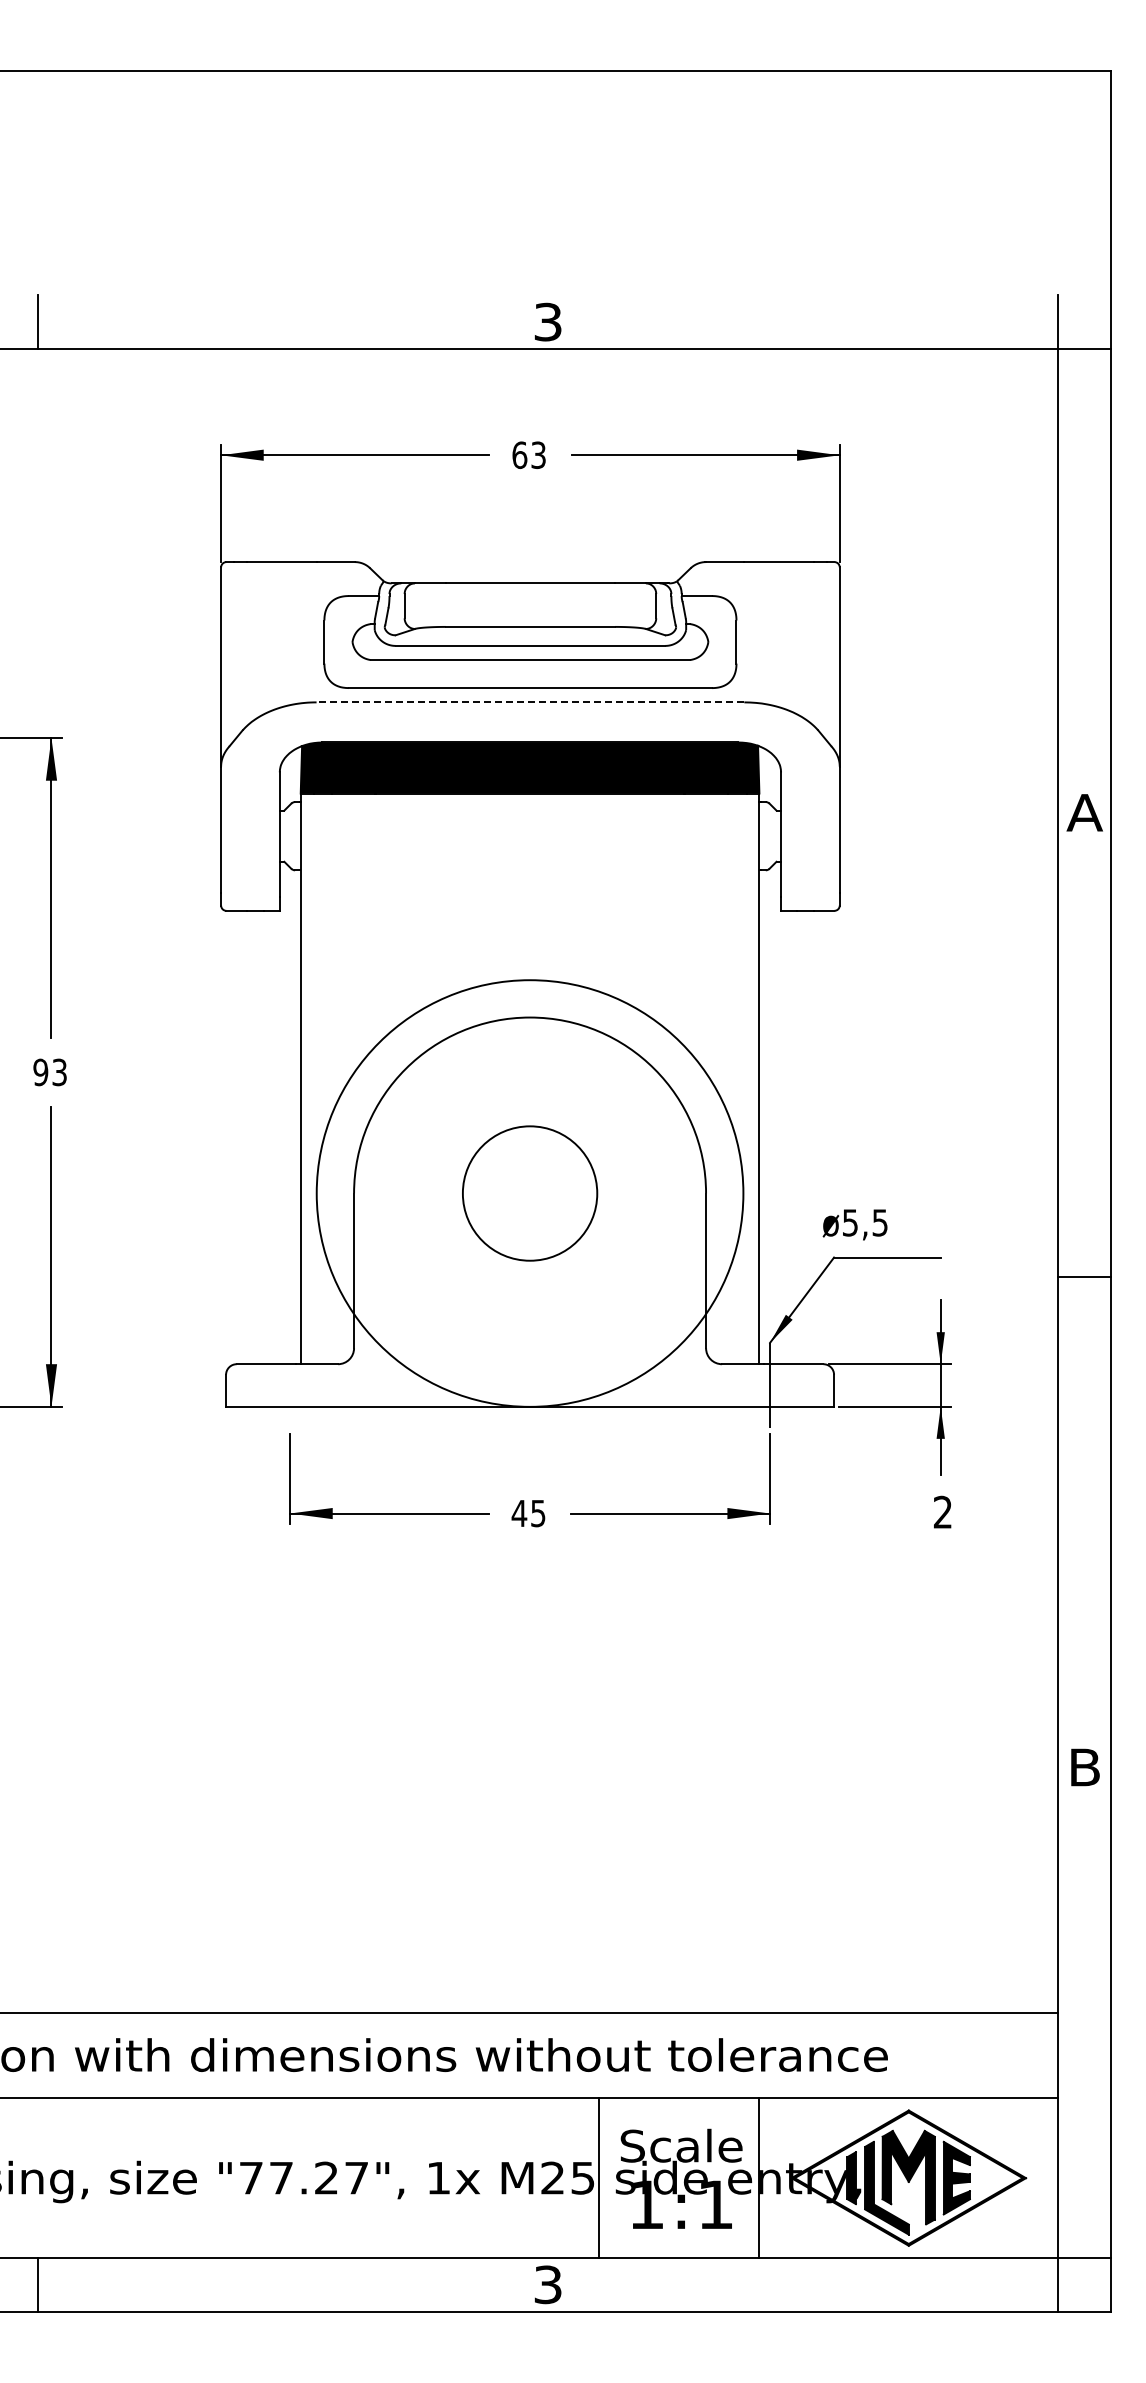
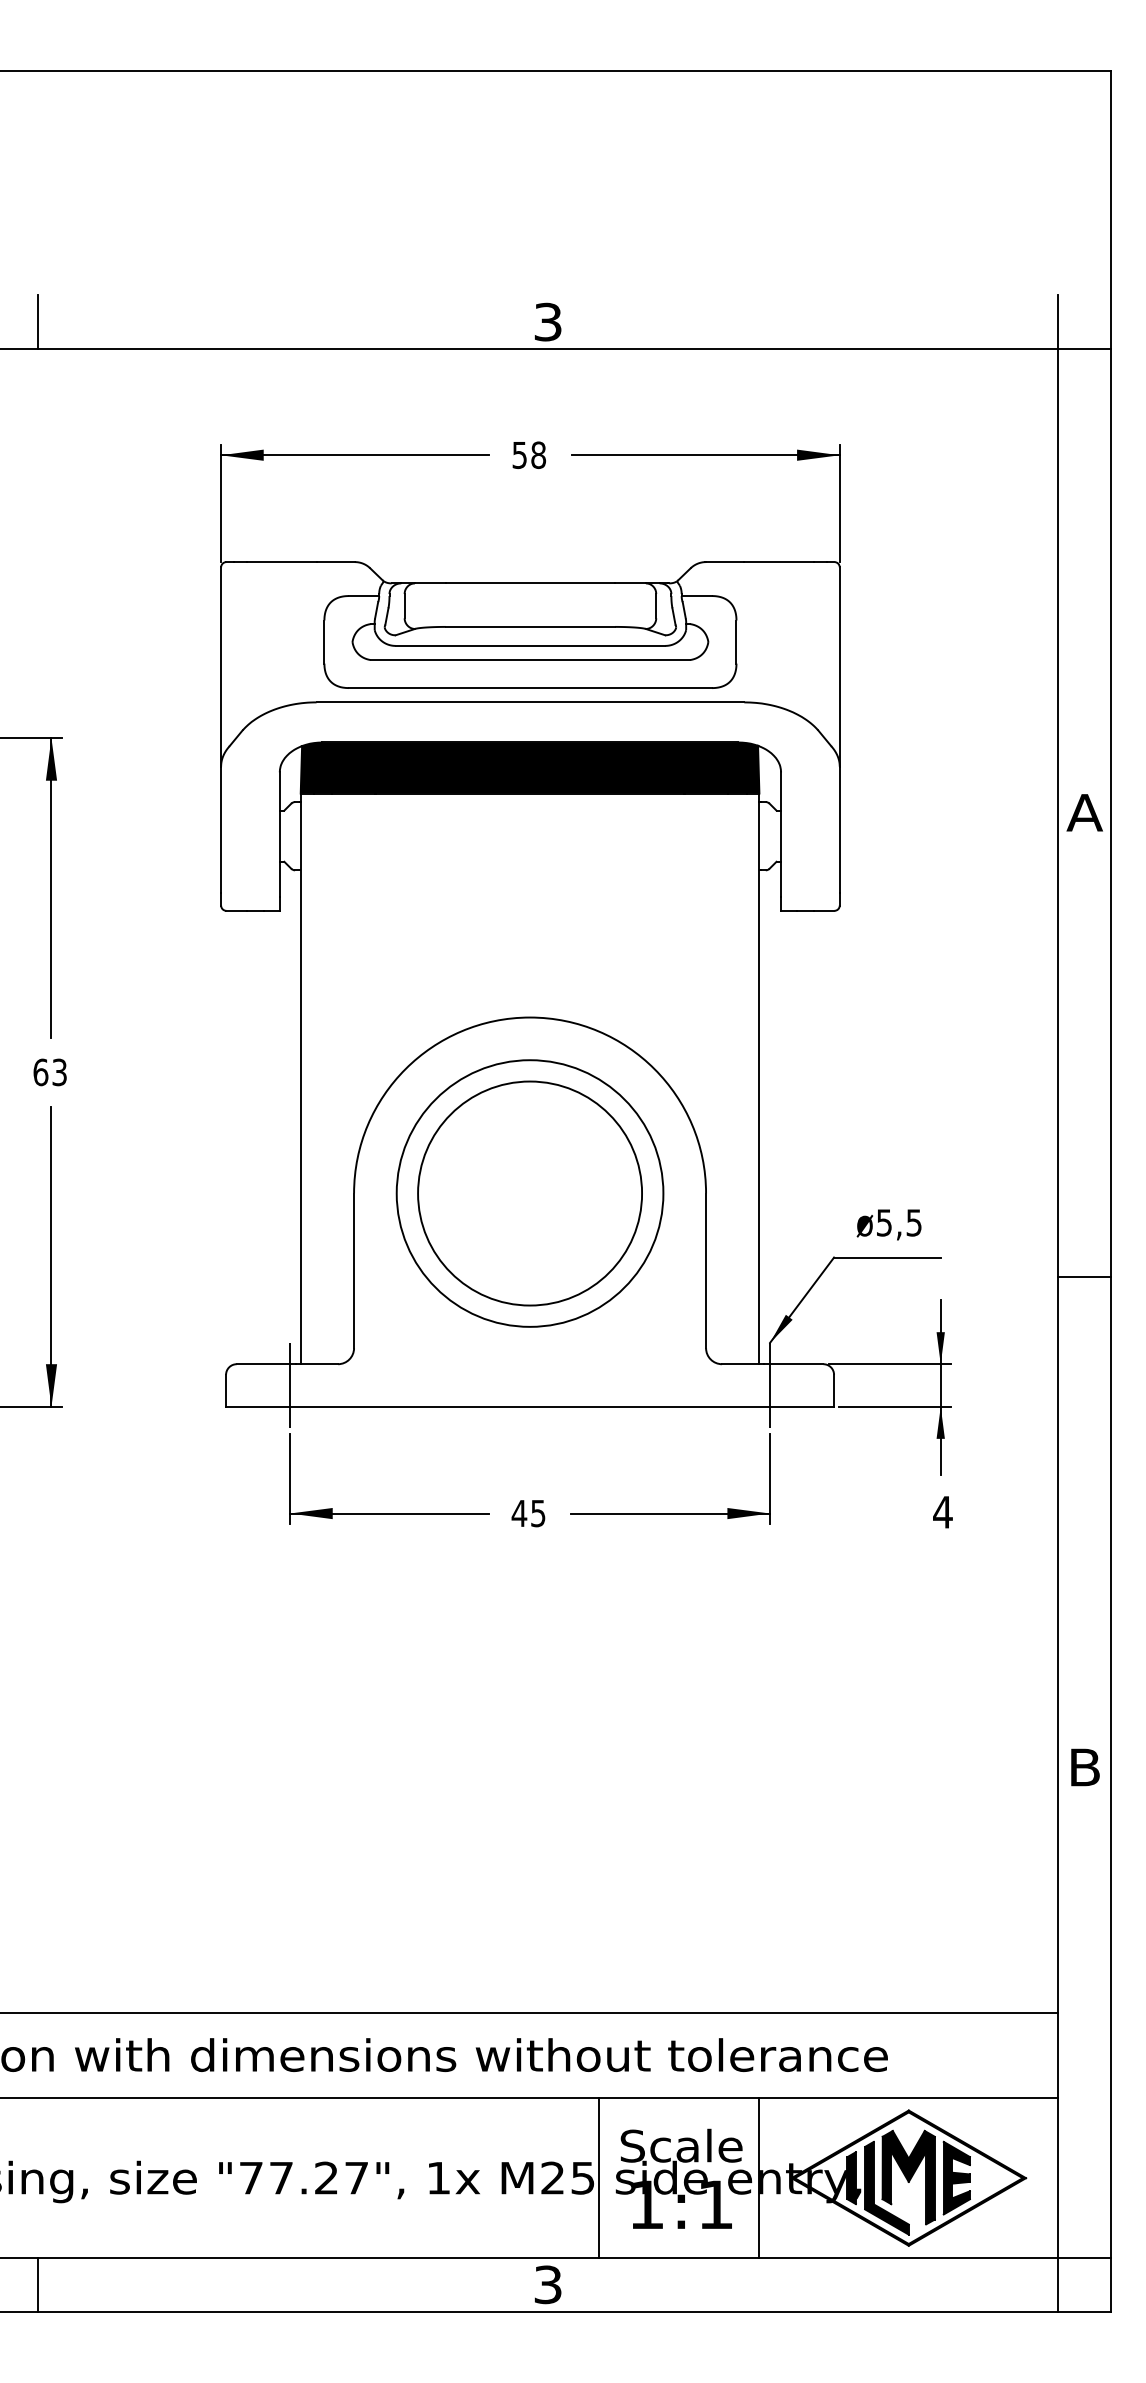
text at (528, 455): 63 -> 58
line at (530, 702): dashed -> solid
text at (40, 1072): 93 -> 63
circle at (529, 1193) diameter: 134 px -> 224 px
circle at (529, 1193) diameter: 427 px -> 267 px
text at (854, 1224) position: (854, 1224) -> (888, 1224)
line at (290, 1385): none -> present
text at (942, 1511): 2 -> 4
